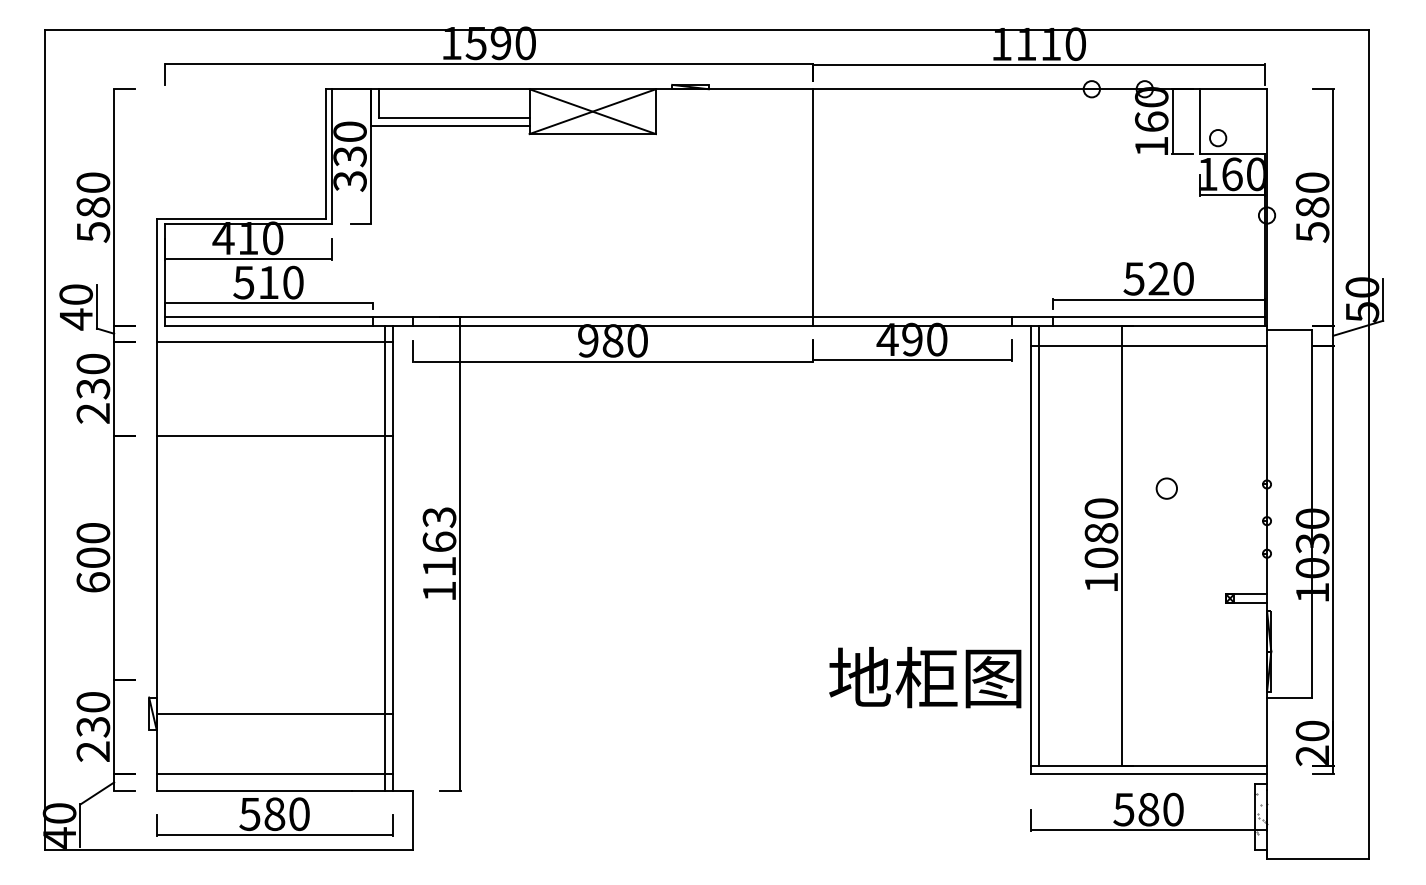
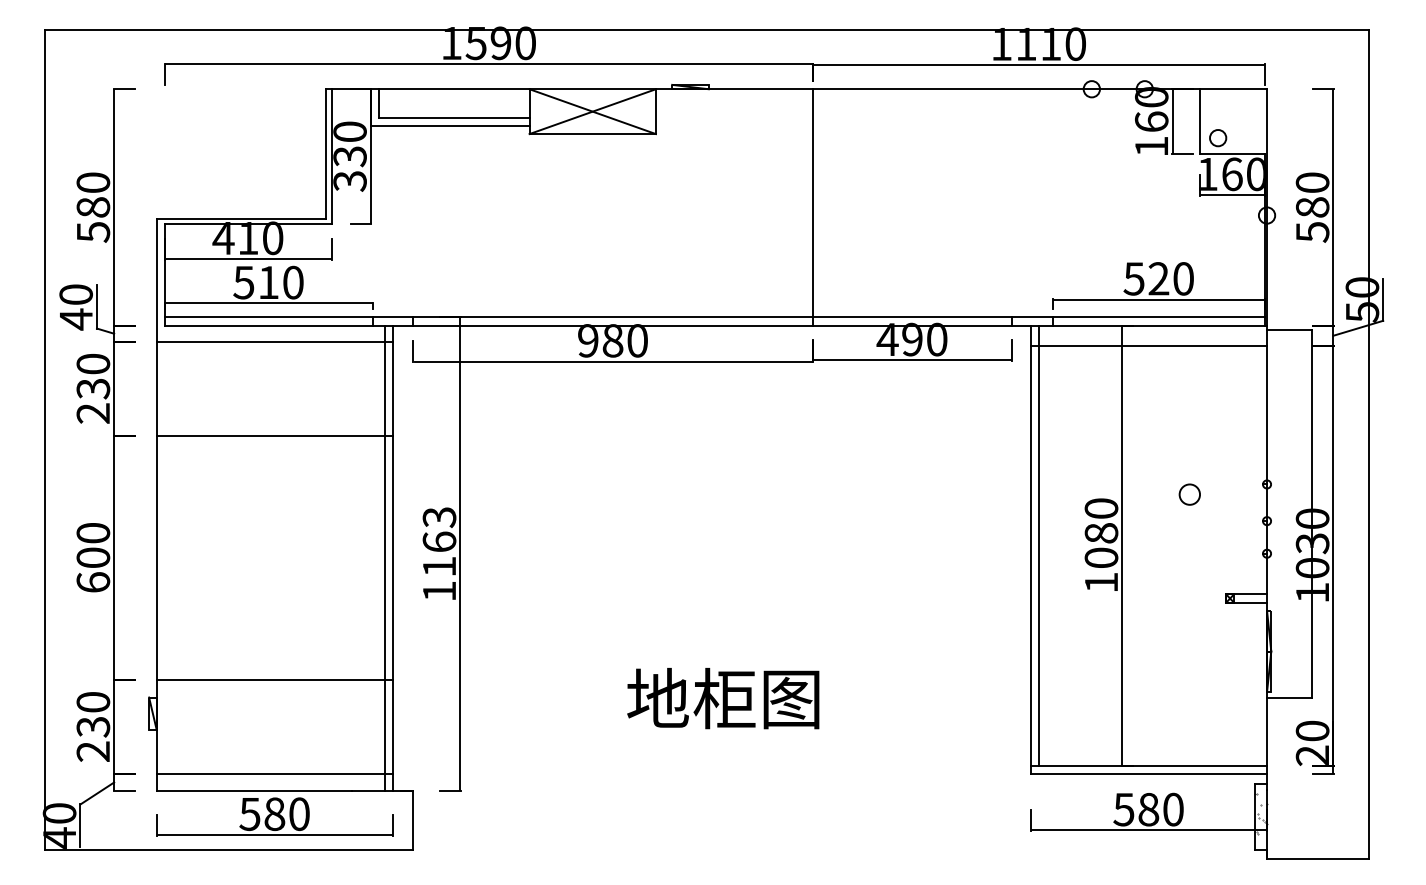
circle at (1166, 488) position: (1166, 488) -> (1189, 494)
text at (925, 677) position: (925, 677) -> (723, 698)
line at (274, 714) position: (274, 714) -> (274, 680)
